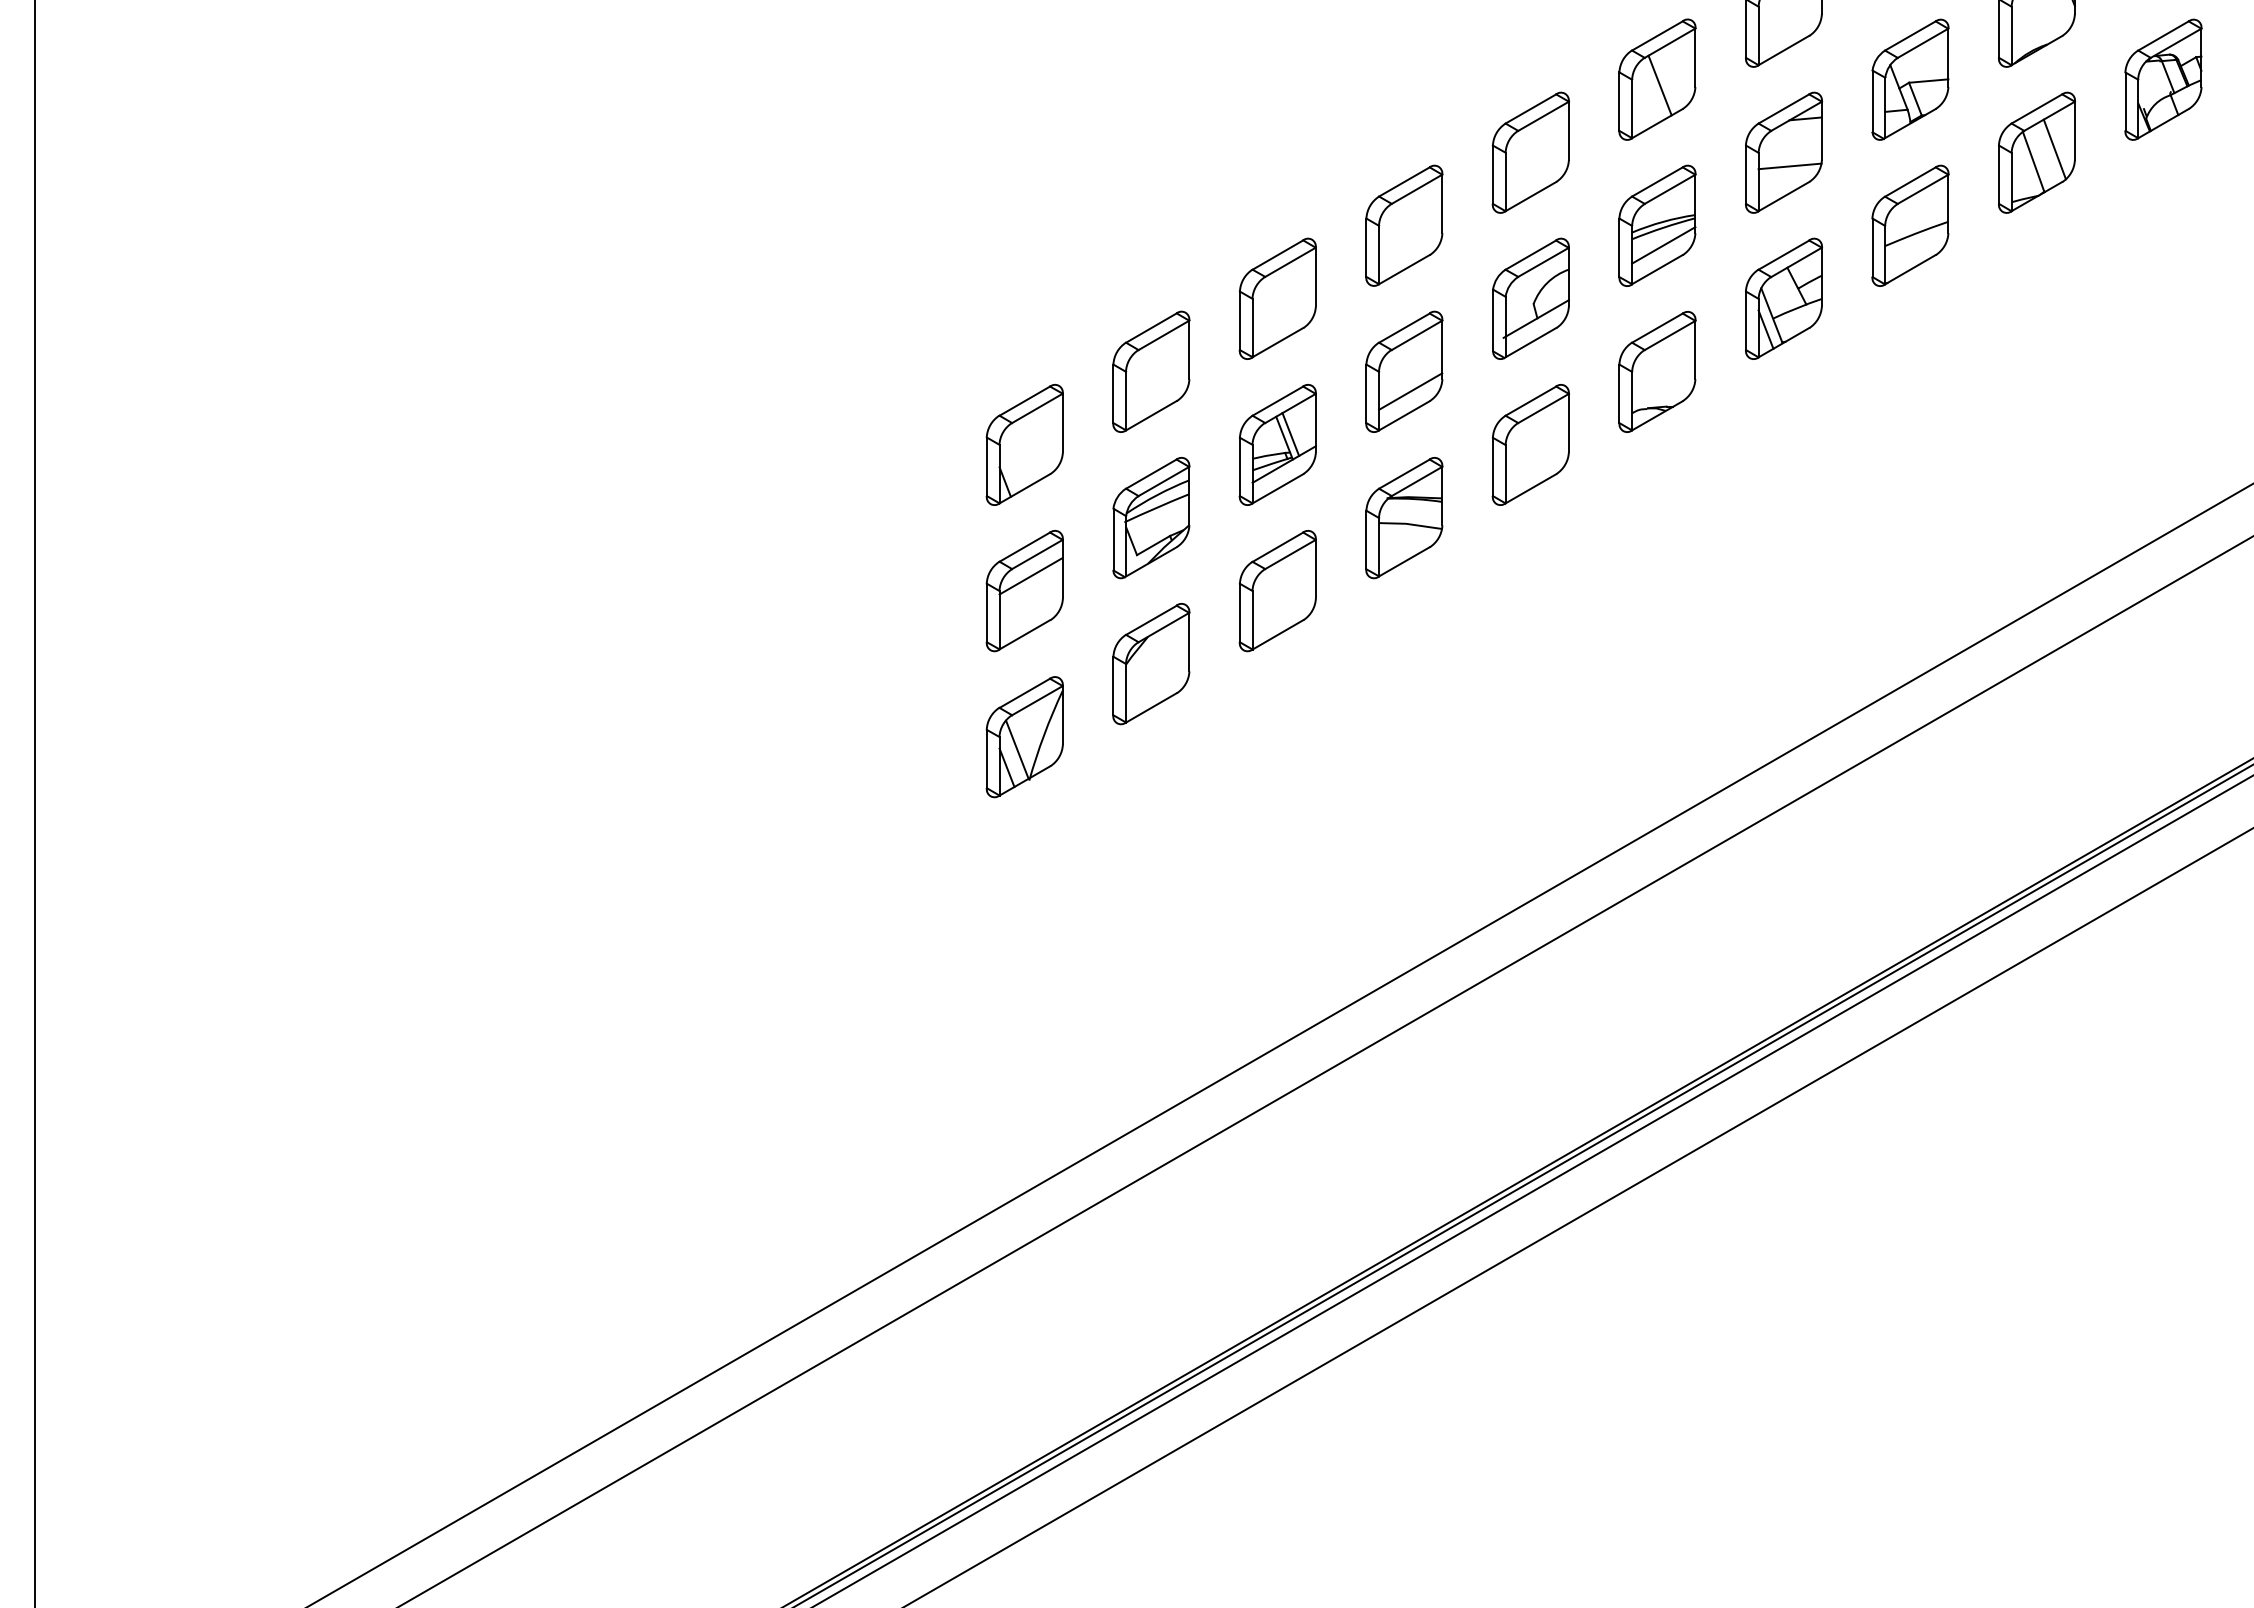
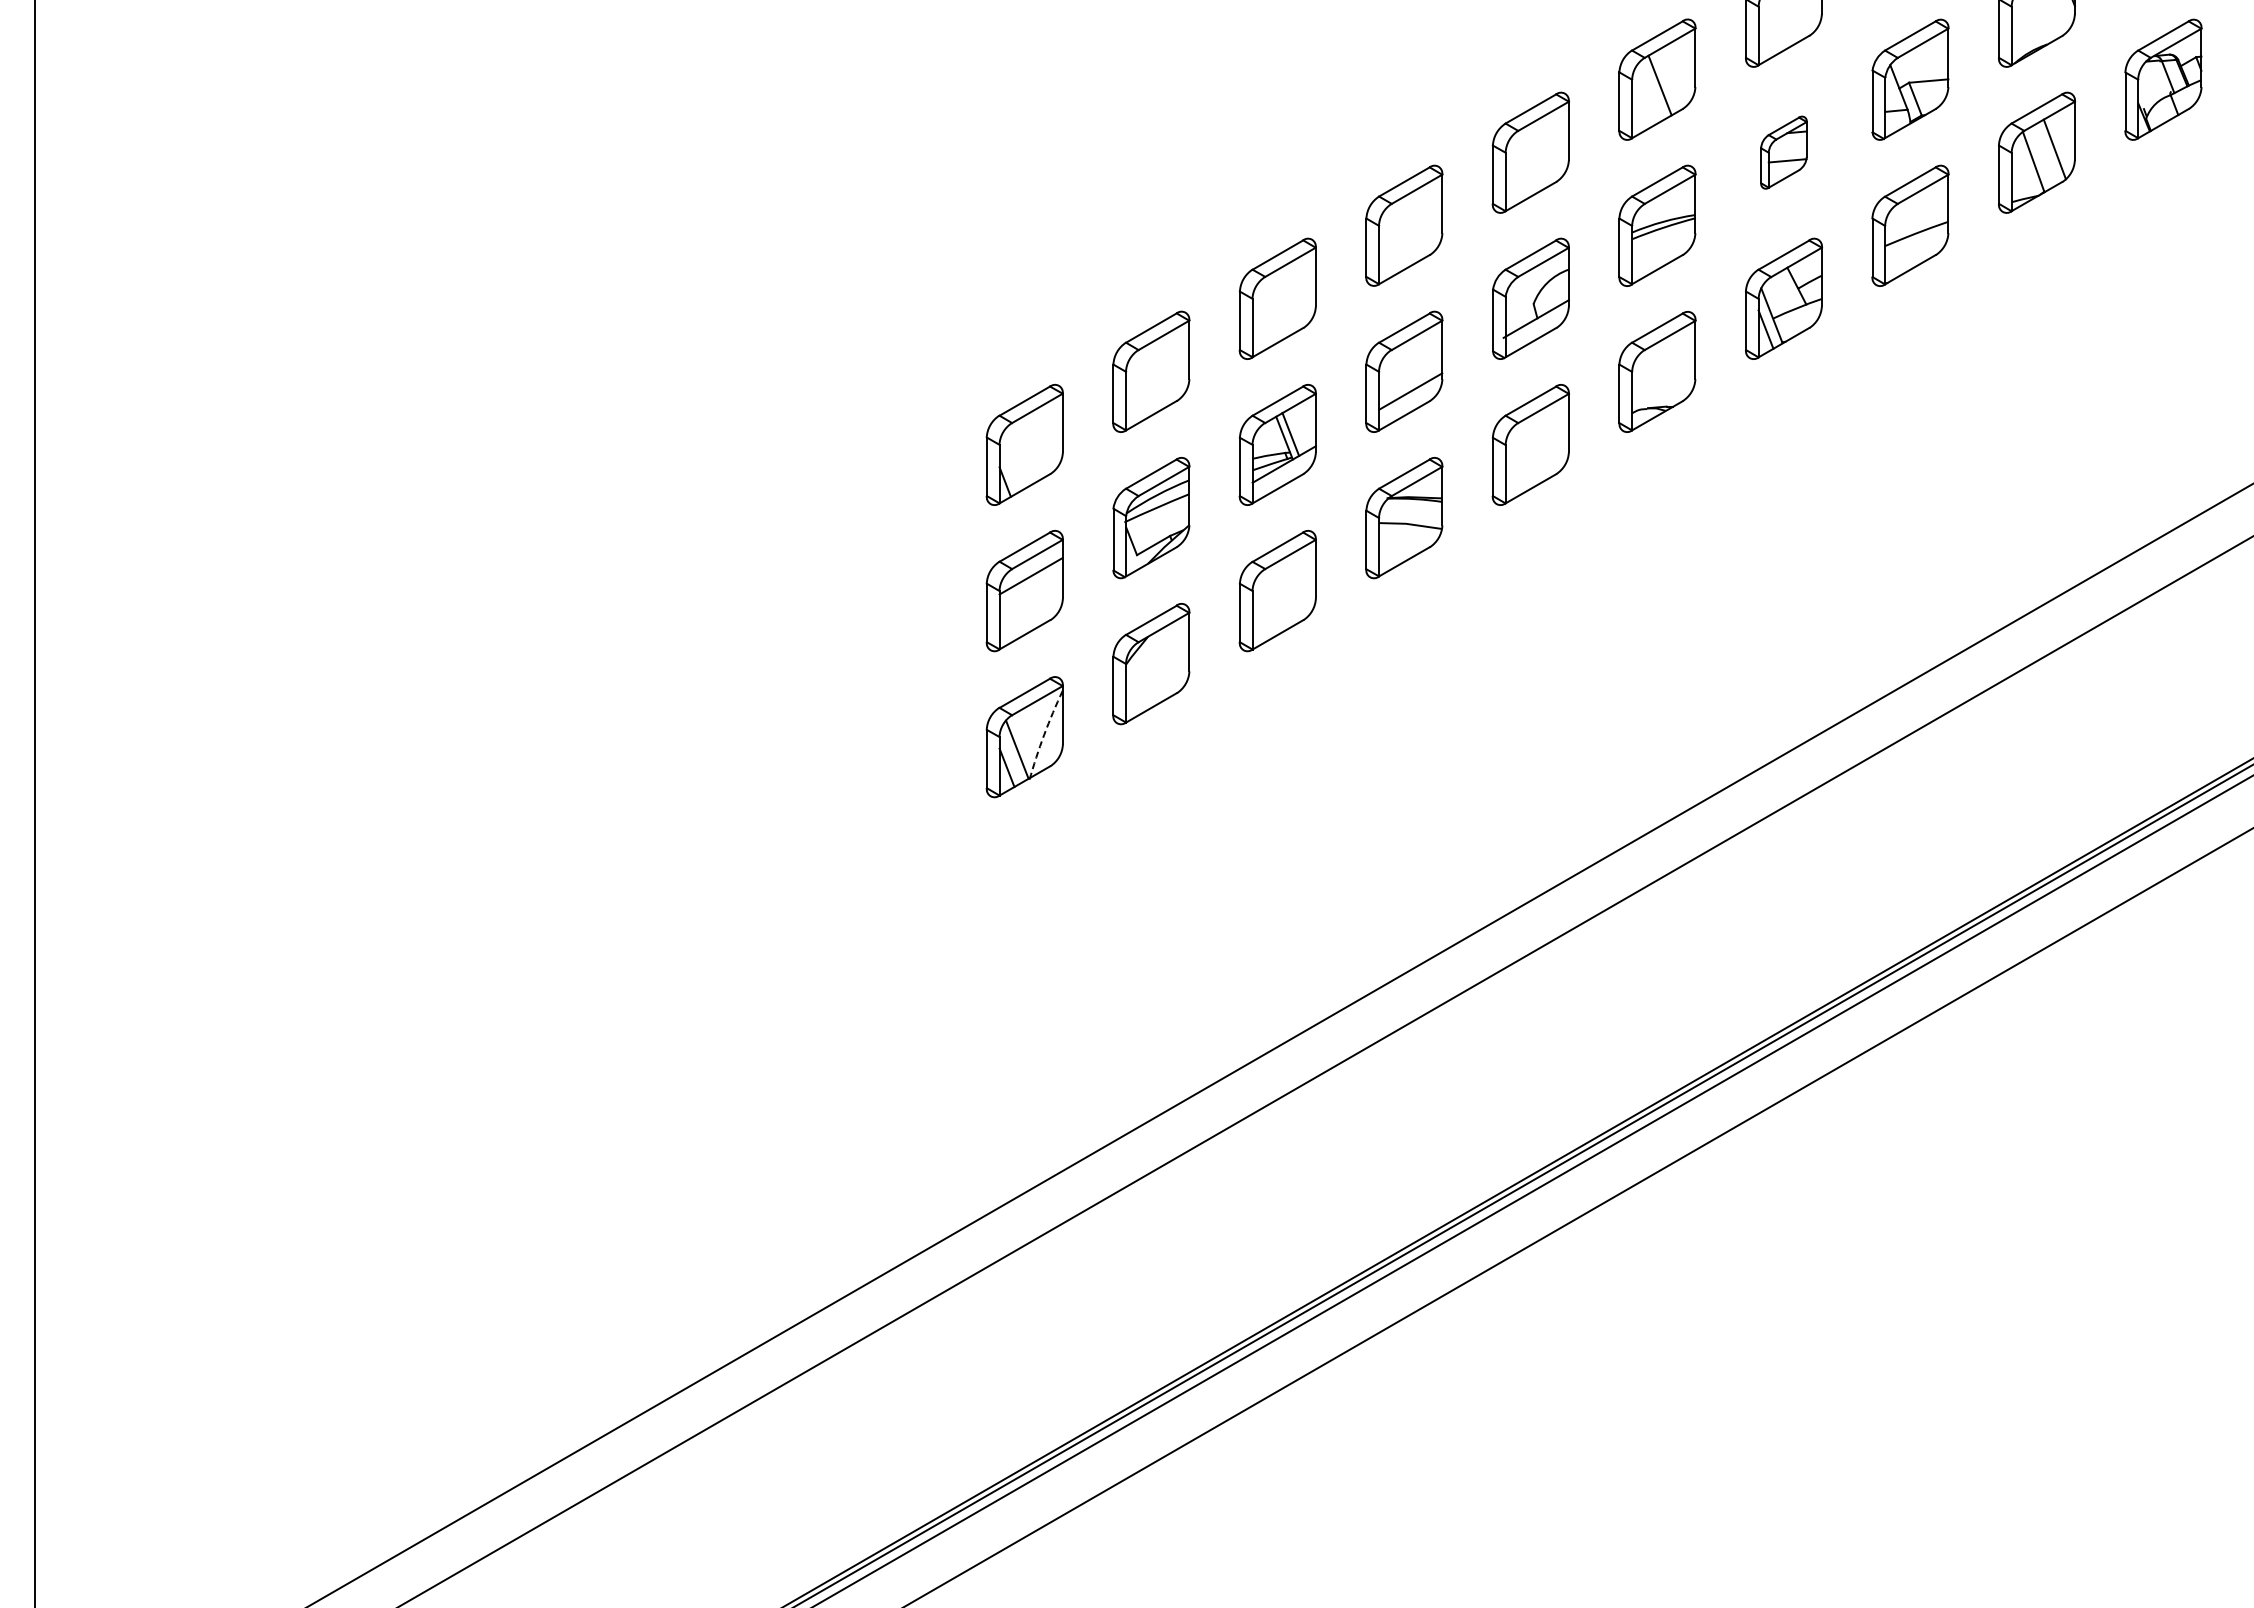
part at (1783, 152) size: 78x123 px -> 48x75 px
line at (1663, 245): present -> none
arc at (1044, 734): solid -> dashed
